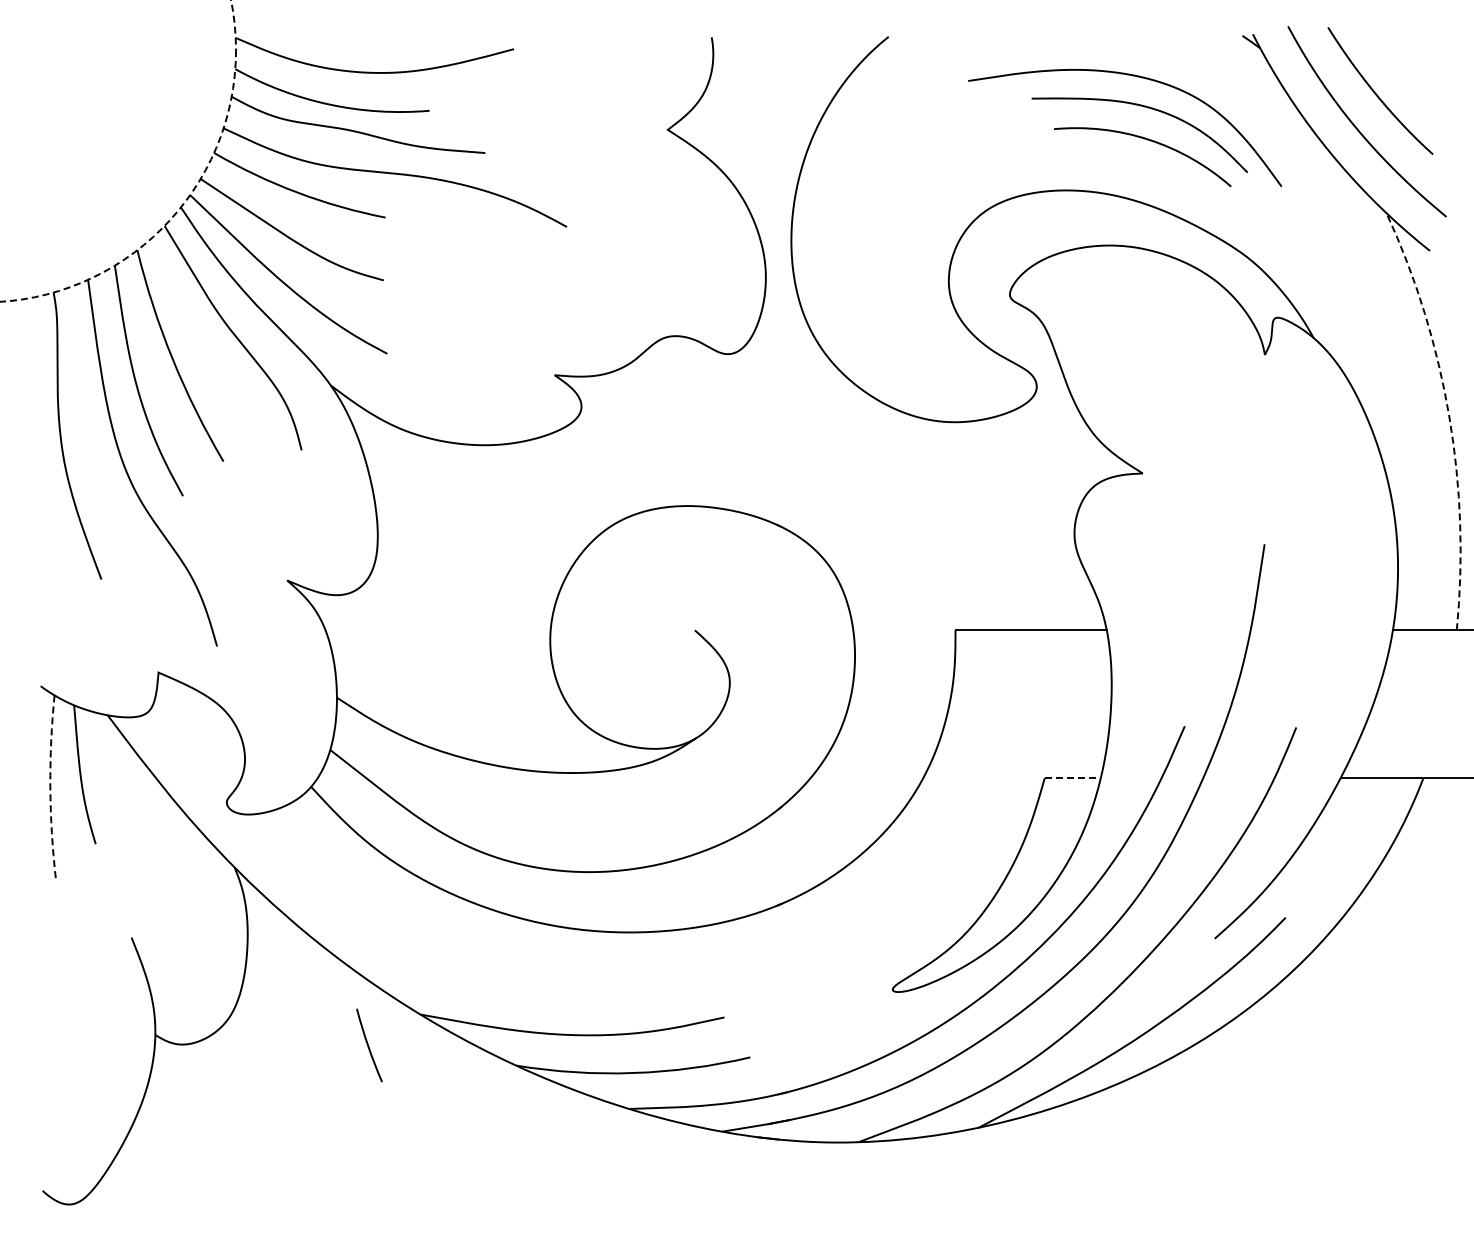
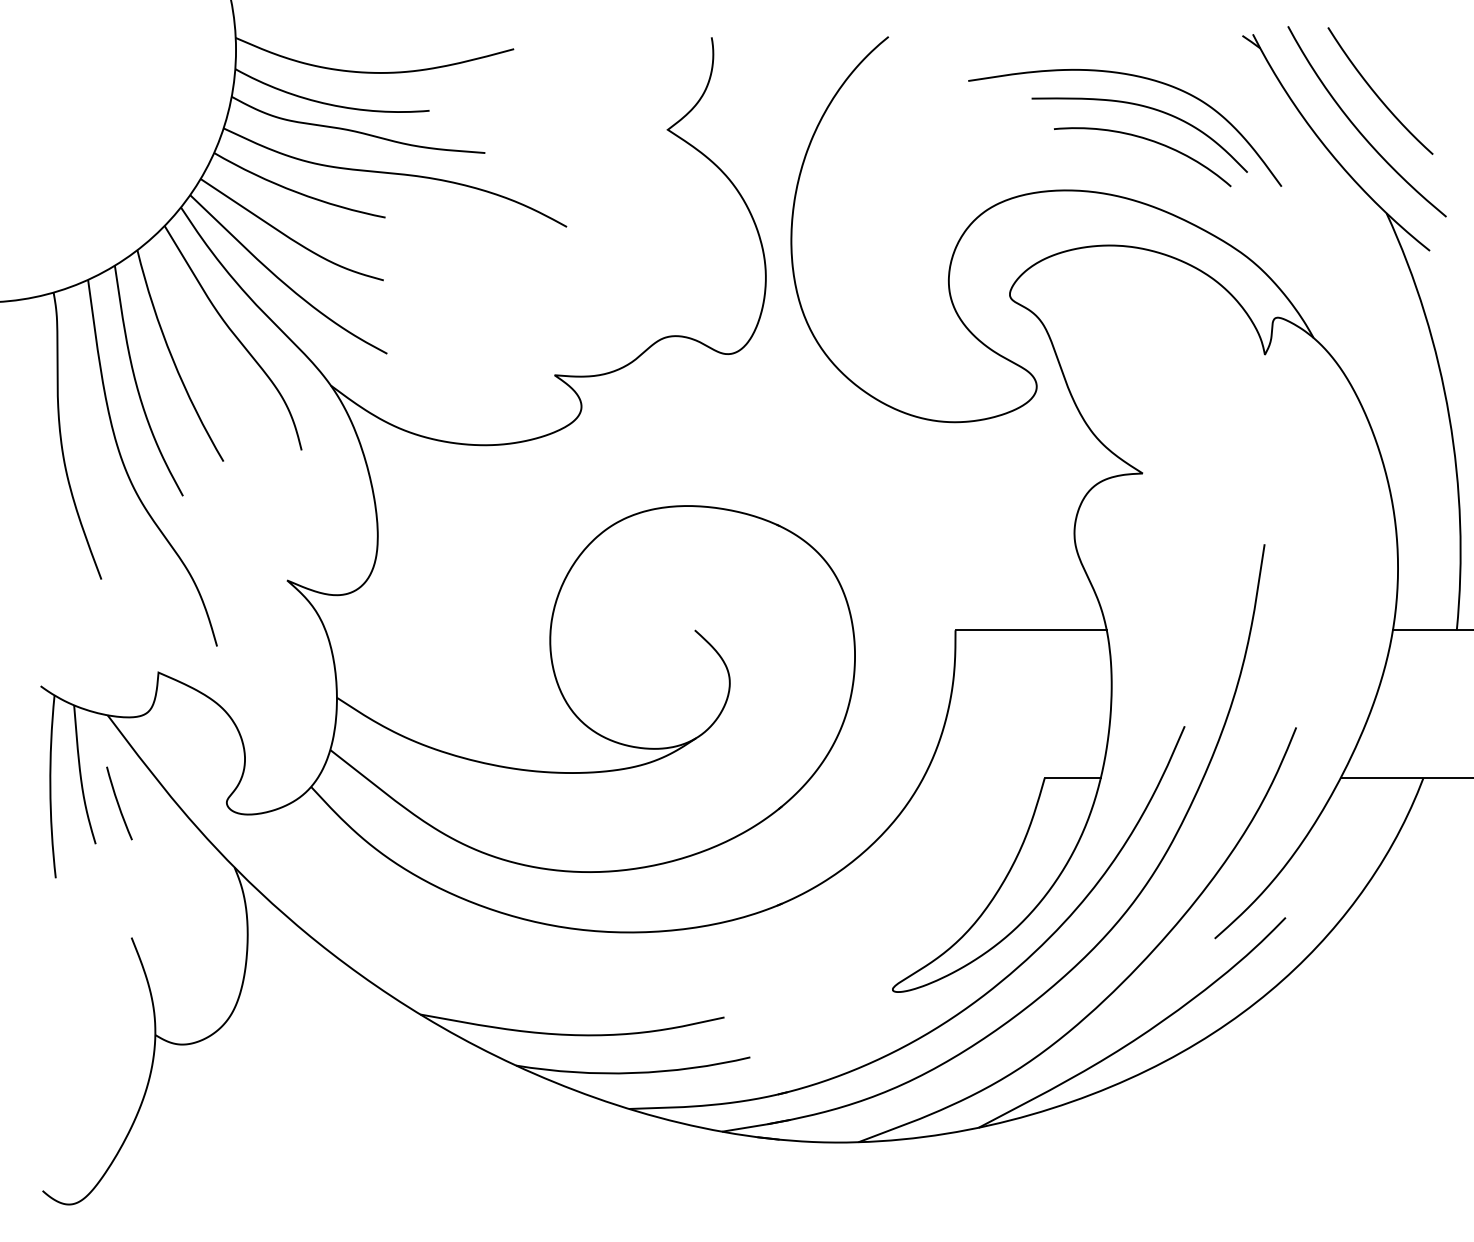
circle at (118, 150): dashed -> solid
arc at (1449, 417): dashed -> solid
line at (1073, 778): dashed -> solid
arc at (50, 786): dashed -> solid
arc at (368, 1045) position: (368, 1045) -> (118, 803)
